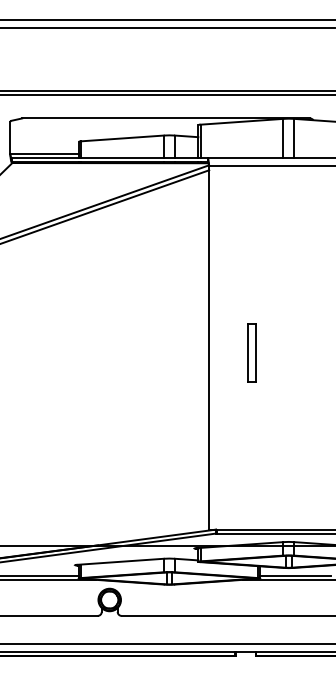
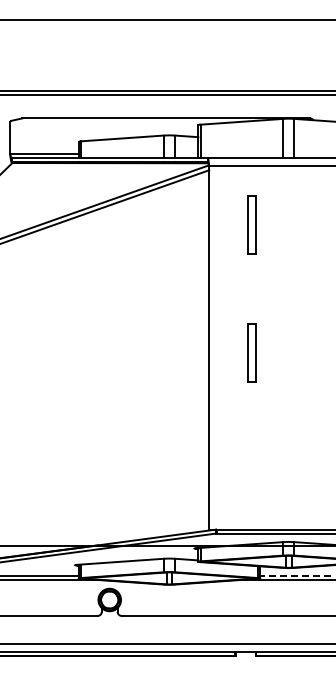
line at (167, 28): present -> none
part at (251, 224): none -> present
line at (295, 575): solid -> dashed
